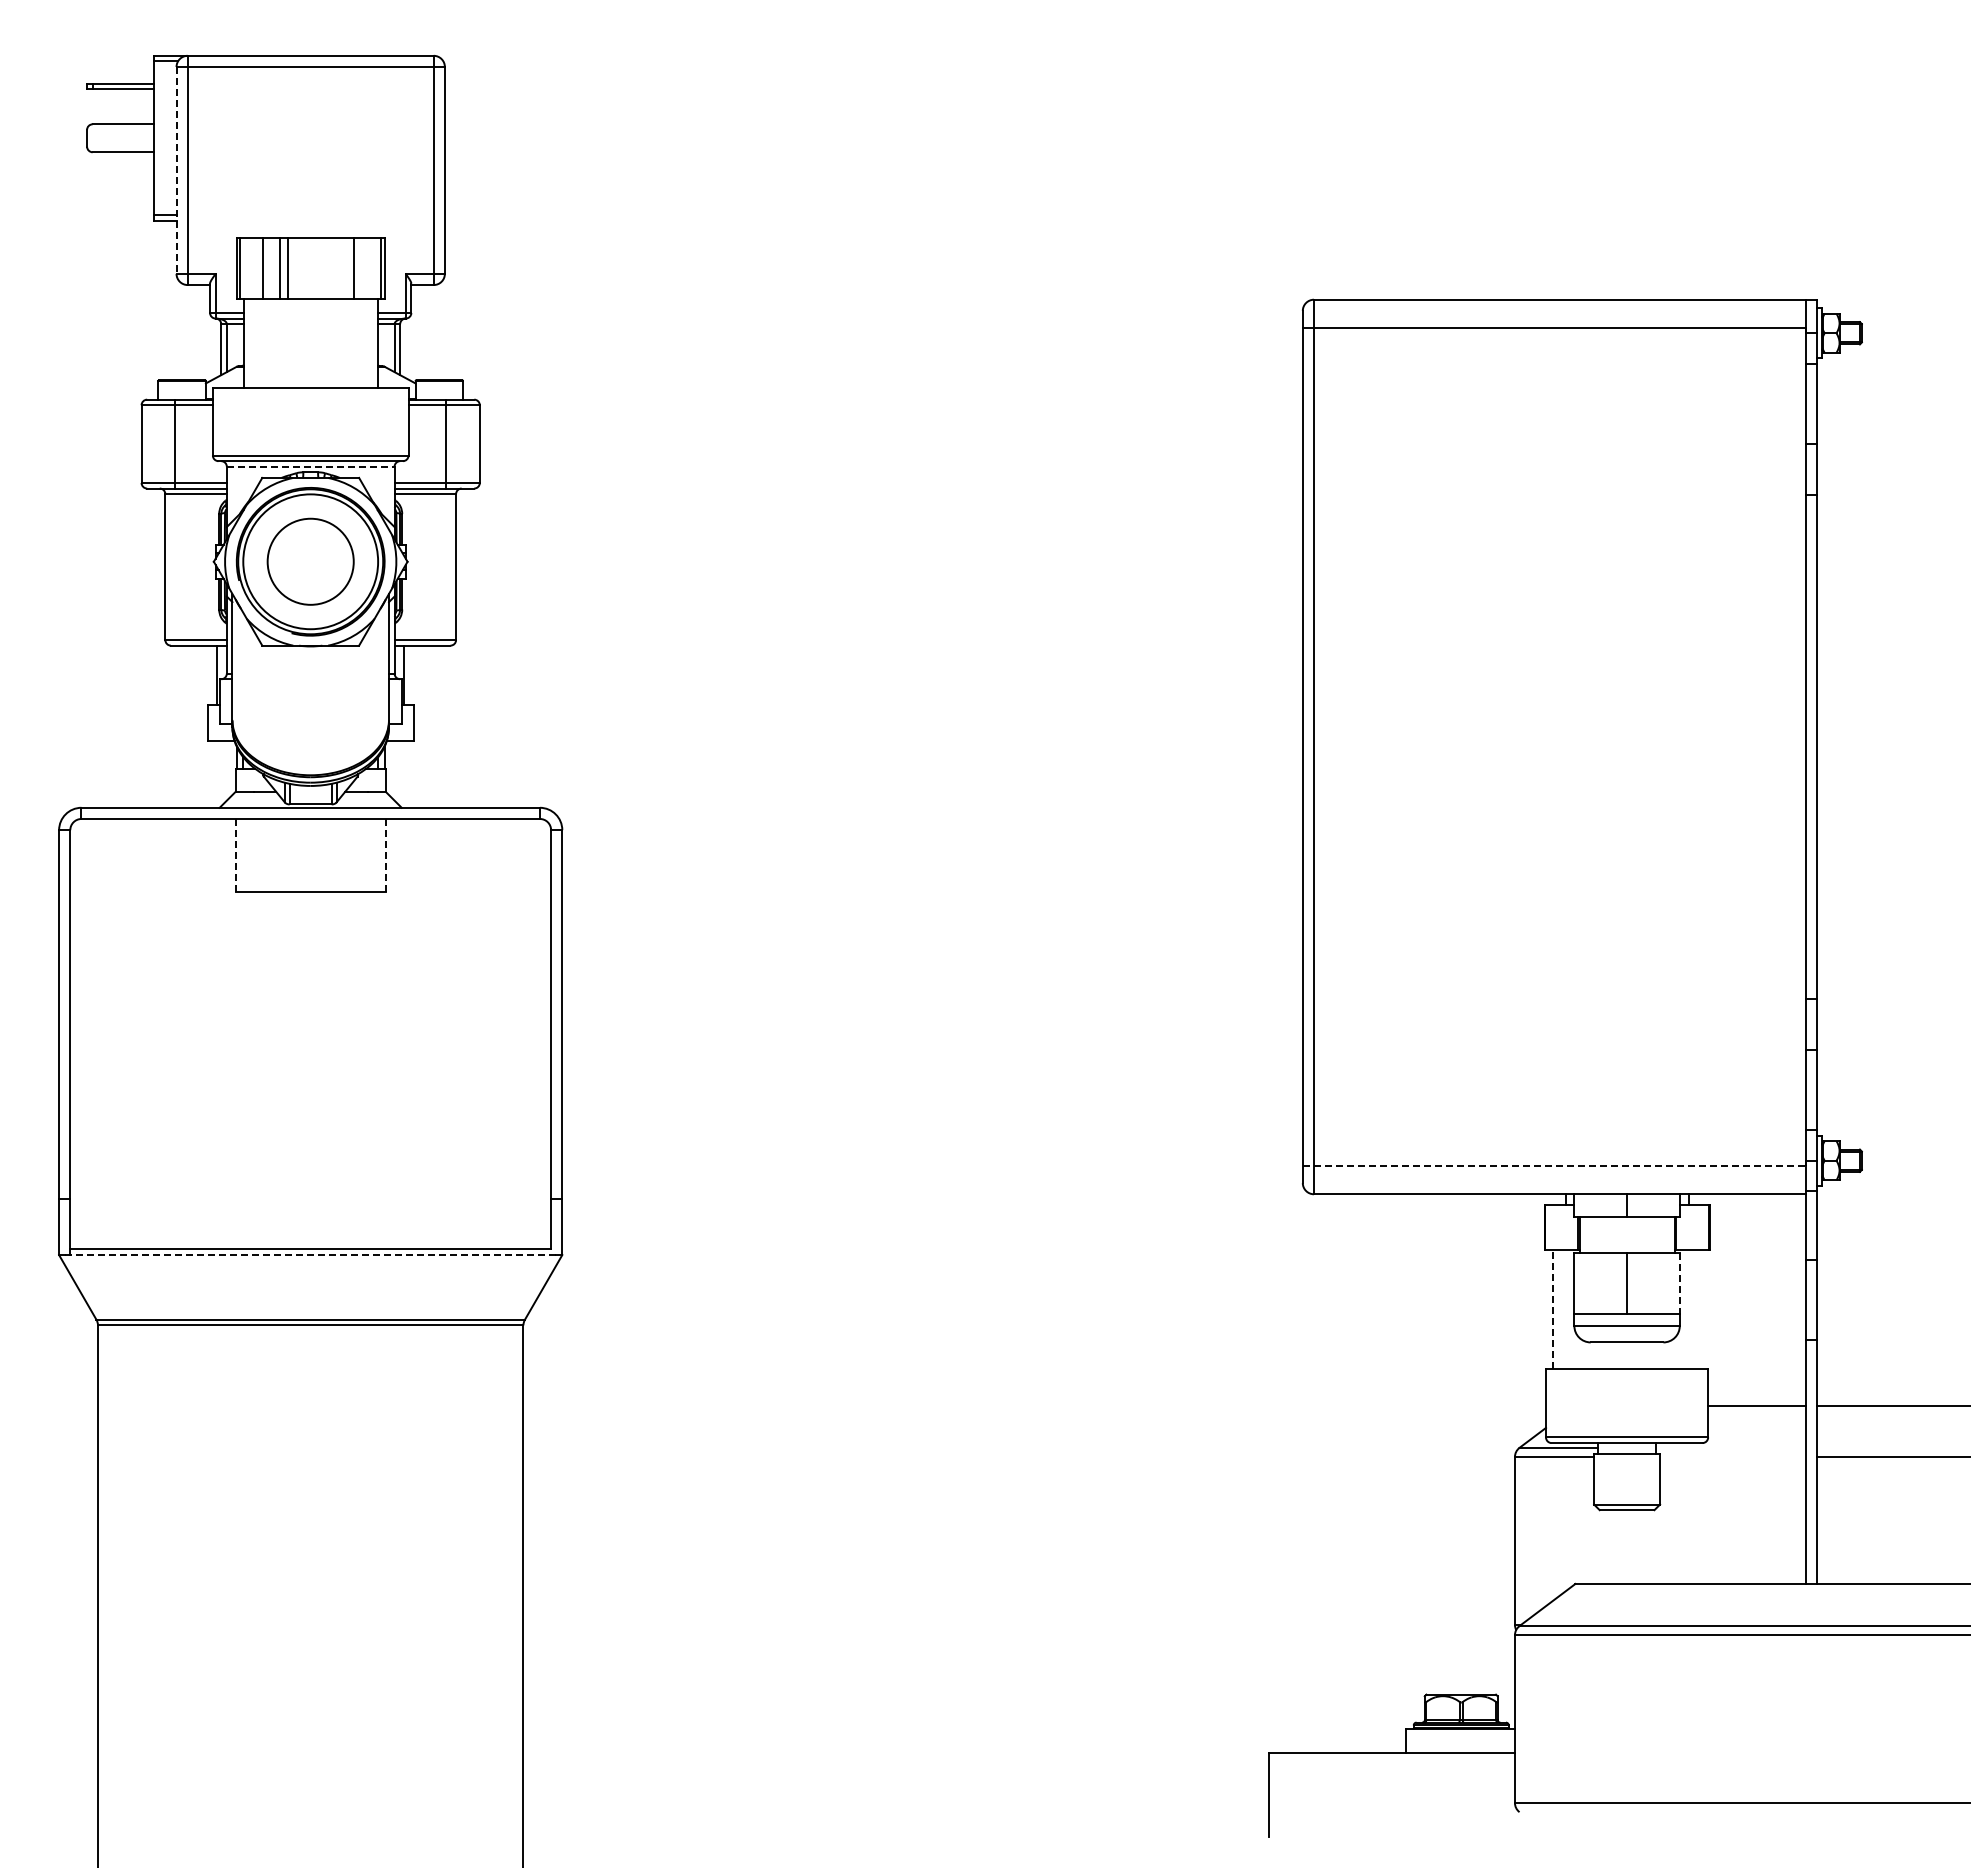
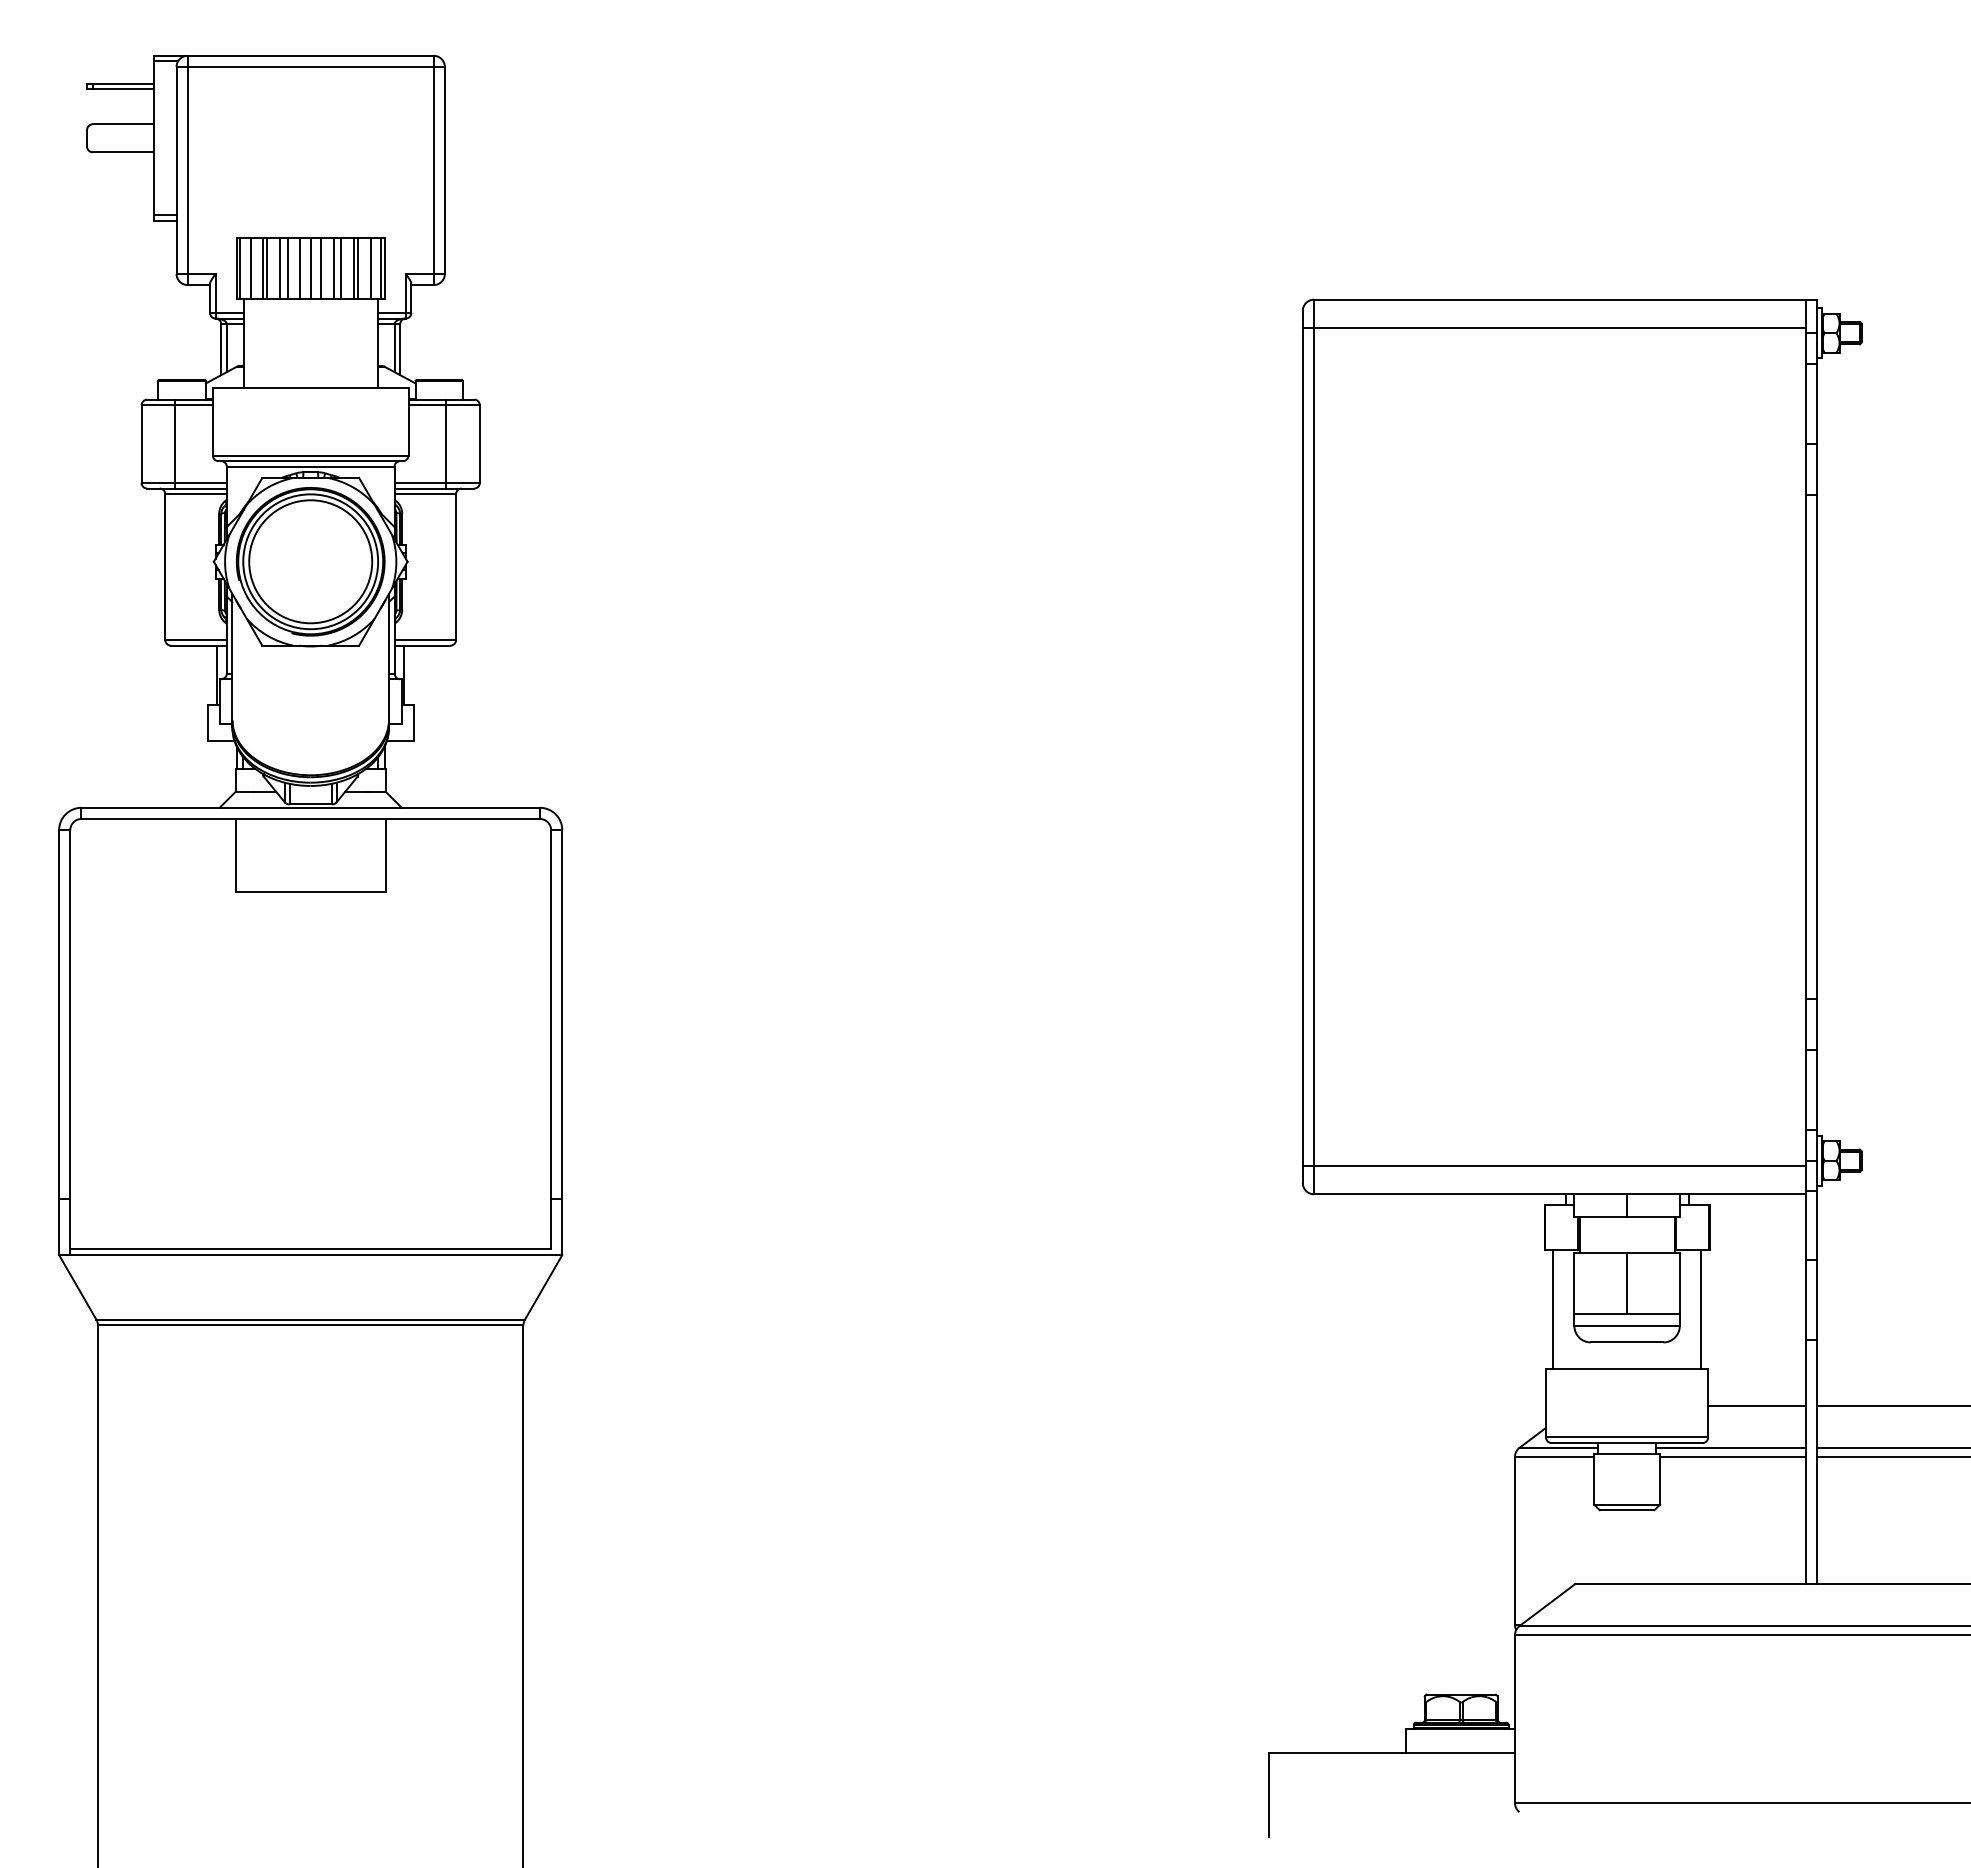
line at (176, 170): dashed -> solid
line at (250, 268): none -> present
line at (267, 268): none -> present
line at (300, 268): none -> present
line at (310, 268): none -> present
line at (321, 268): none -> present
line at (333, 268): none -> present
line at (341, 268): none -> present
line at (358, 268): none -> present
line at (370, 268): none -> present
line at (310, 466): dashed -> solid
circle at (310, 561) diameter: 86 px -> 123 px
line at (235, 855): dashed -> solid
line at (385, 855): dashed -> solid
line at (1554, 1166): dashed -> solid
line at (311, 1255): dashed -> solid
line at (1679, 1283): dashed -> solid
line at (1553, 1308): dashed -> solid
line at (1701, 1309): none -> present
line at (1730, 1447): none -> present
line at (1892, 1447): none -> present
line at (1733, 1457): none -> present
